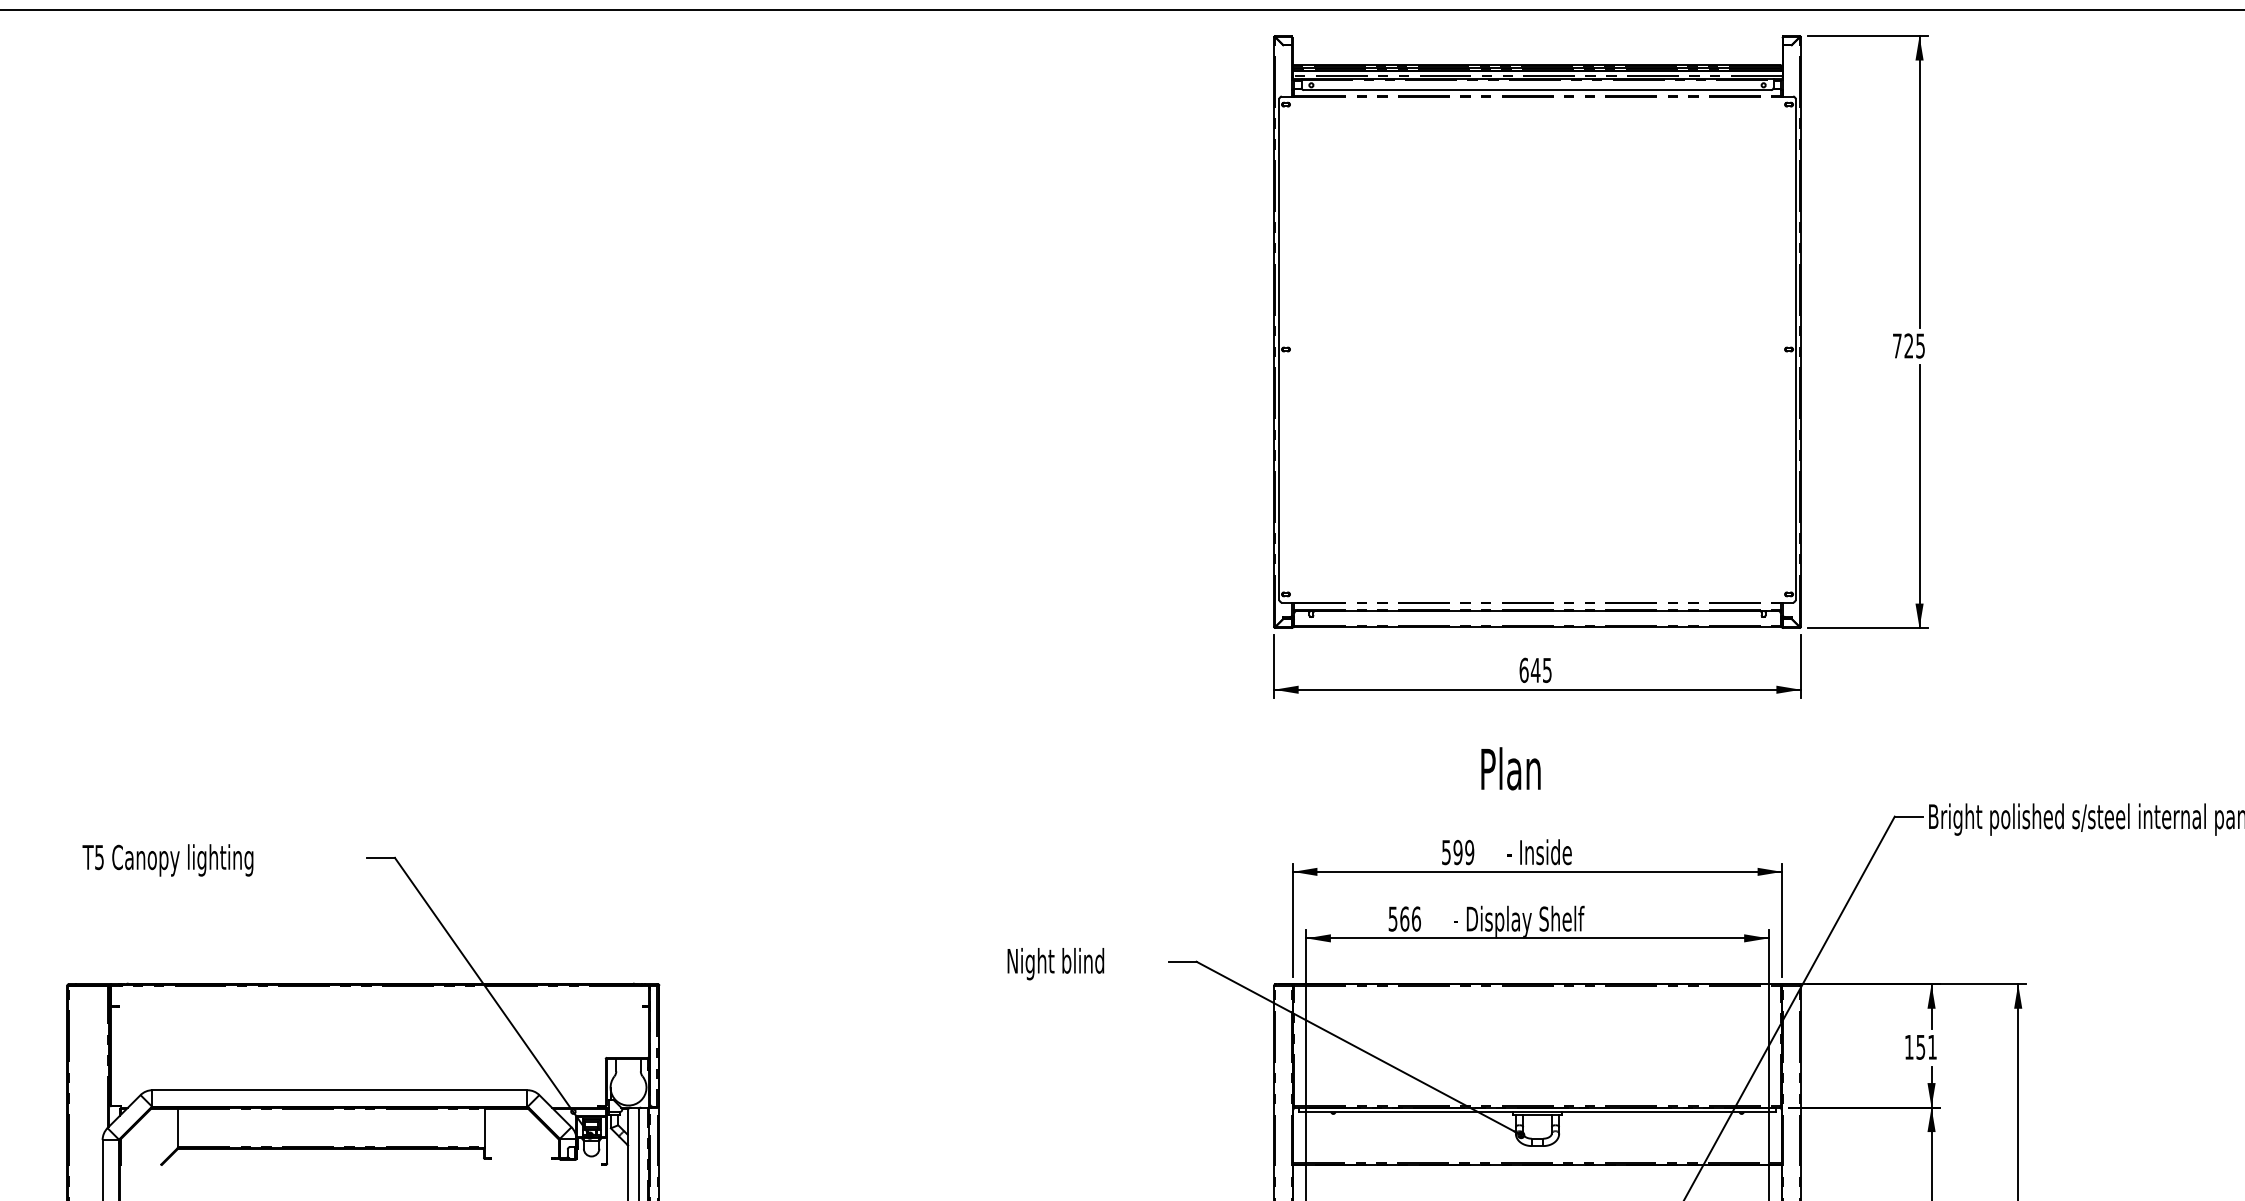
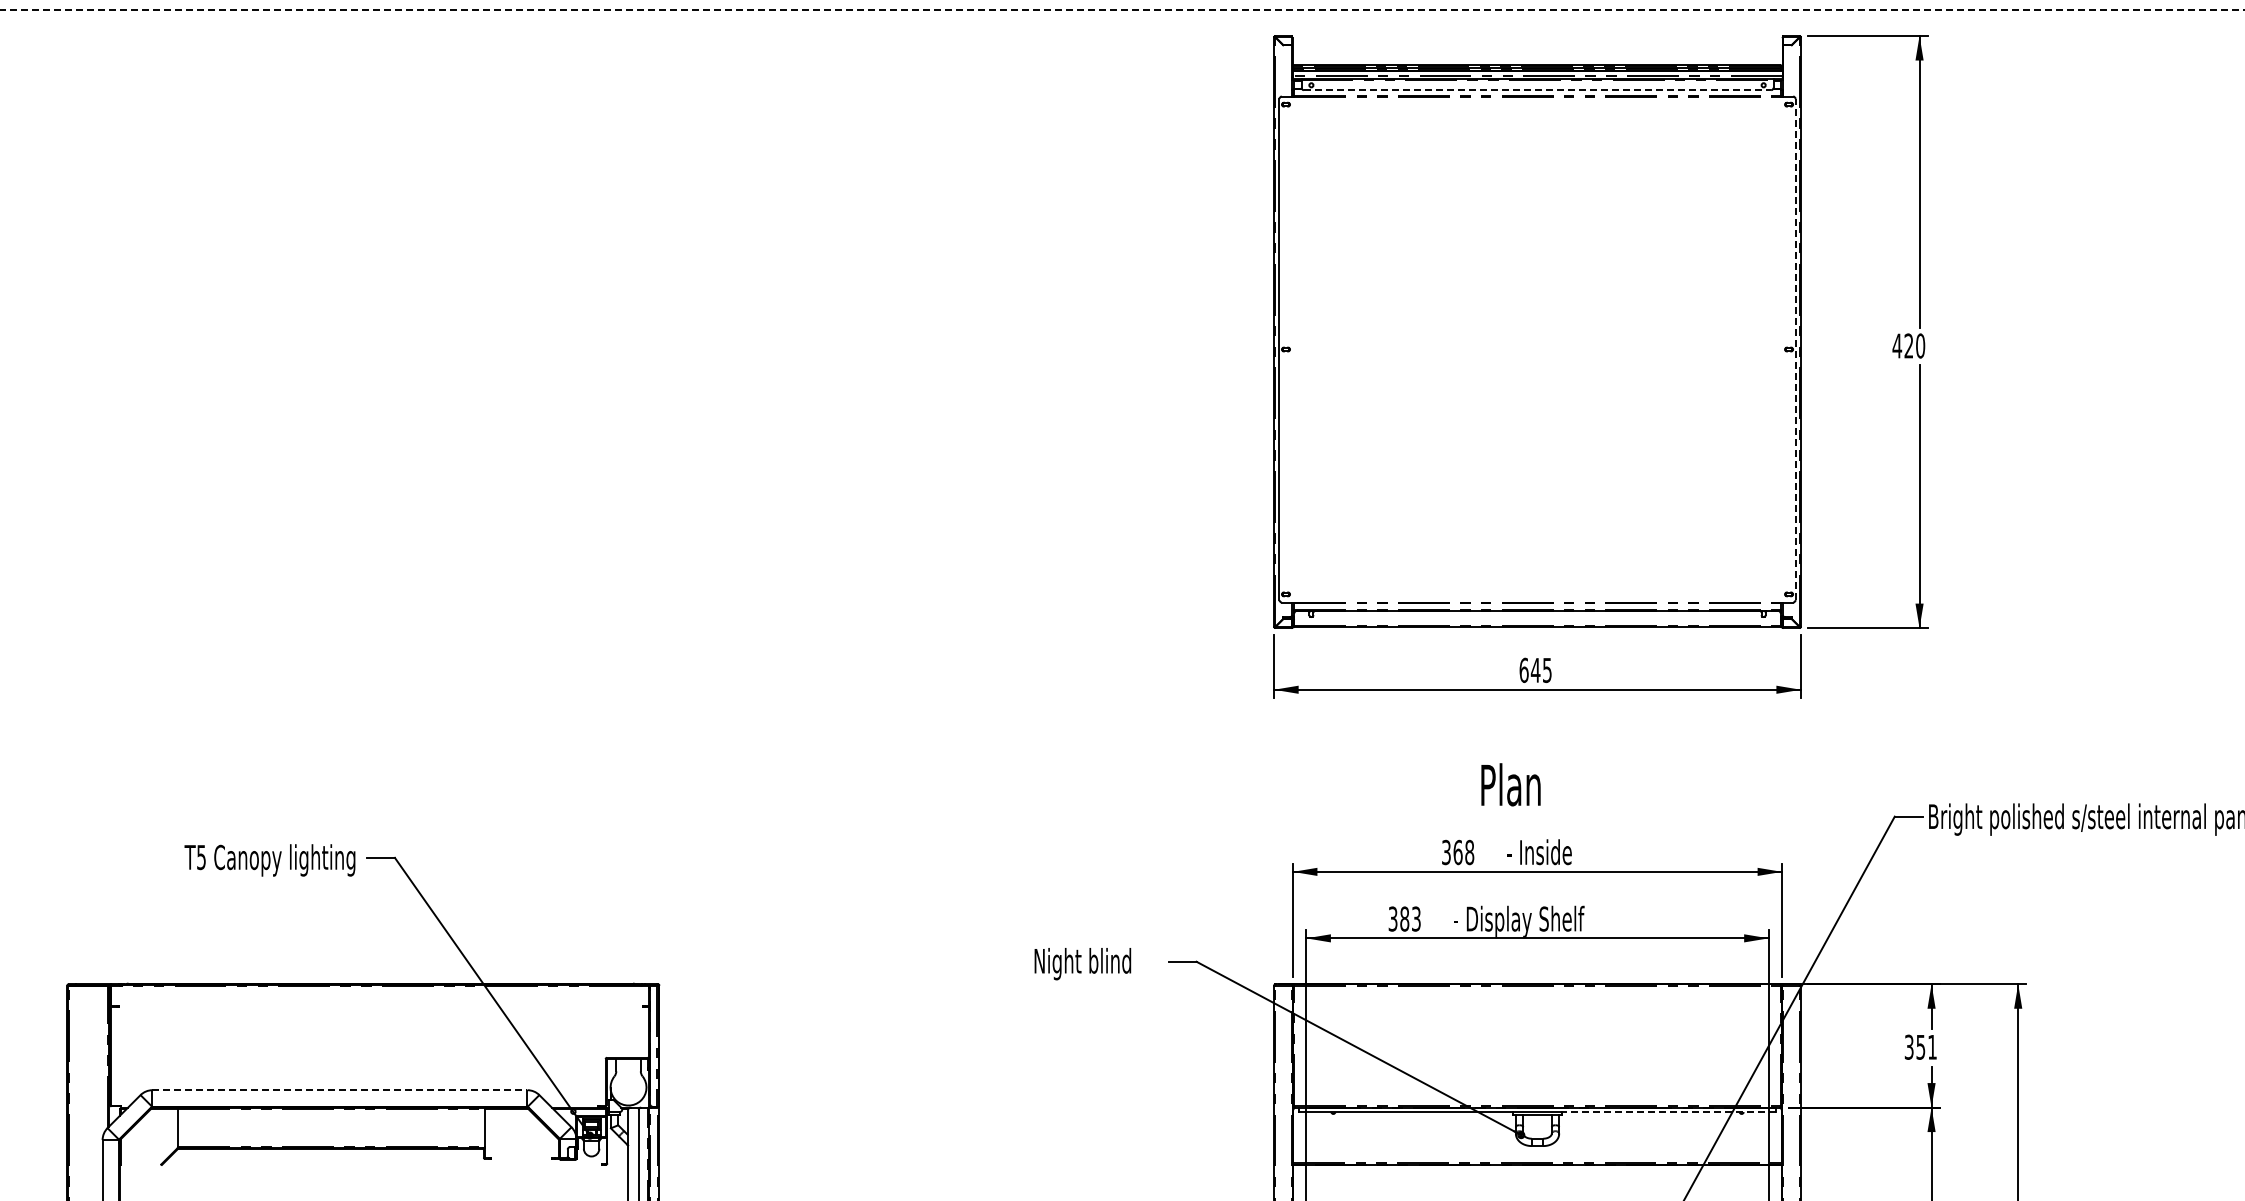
line at (1122, 10): solid -> dashed
line at (1537, 90): solid -> dashed
text at (1908, 345): 725 -> 420
line at (1795, 349): solid -> dashed
text at (1510, 768) position: (1510, 768) -> (1510, 784)
text at (1458, 852): 599 -> 368
text at (167, 860) position: (167, 860) -> (269, 860)
text at (1405, 918): 566 -> 383
text at (1055, 964) position: (1055, 964) -> (1082, 964)
text at (1908, 1046): 151 -> 351
line at (339, 1090): solid -> dashed
line at (1669, 1112): solid -> dashed
